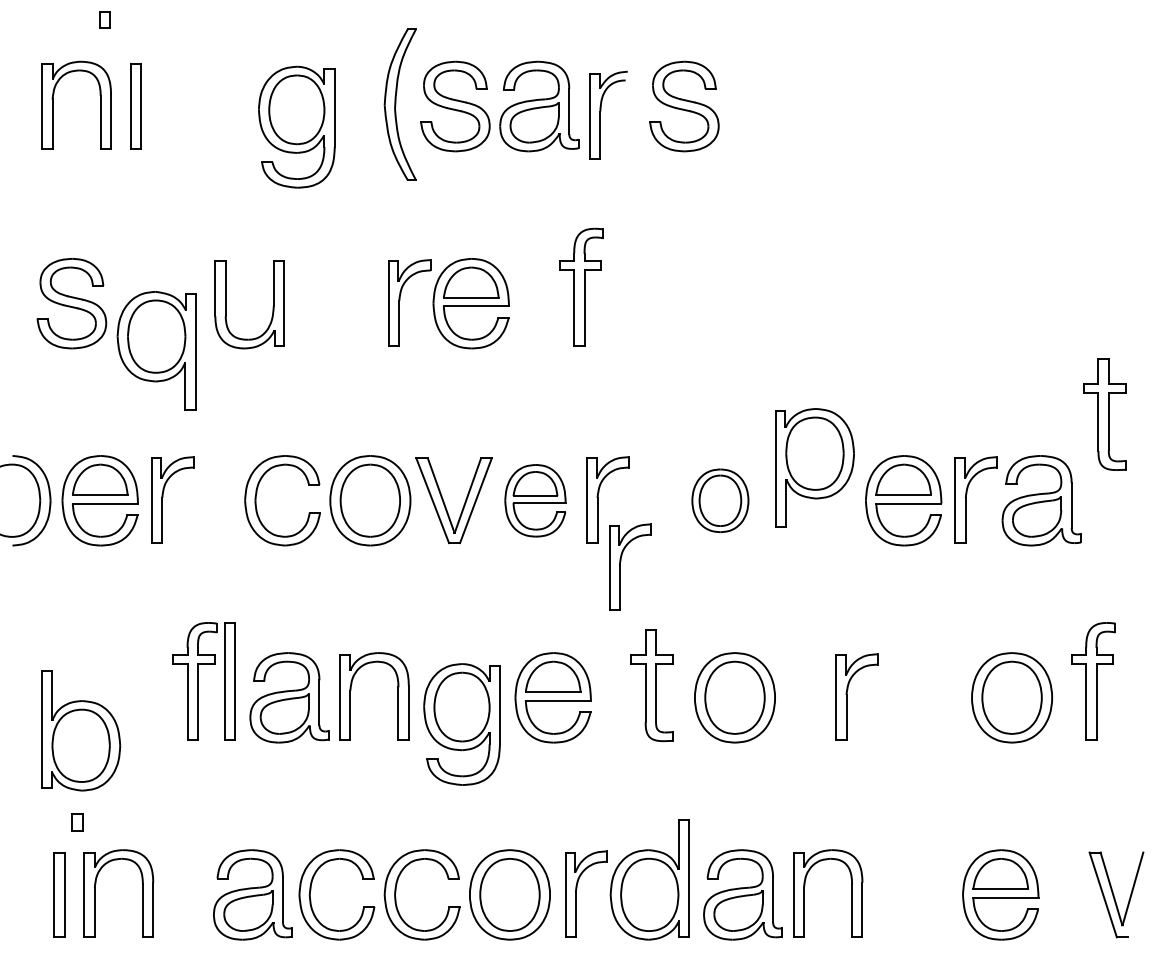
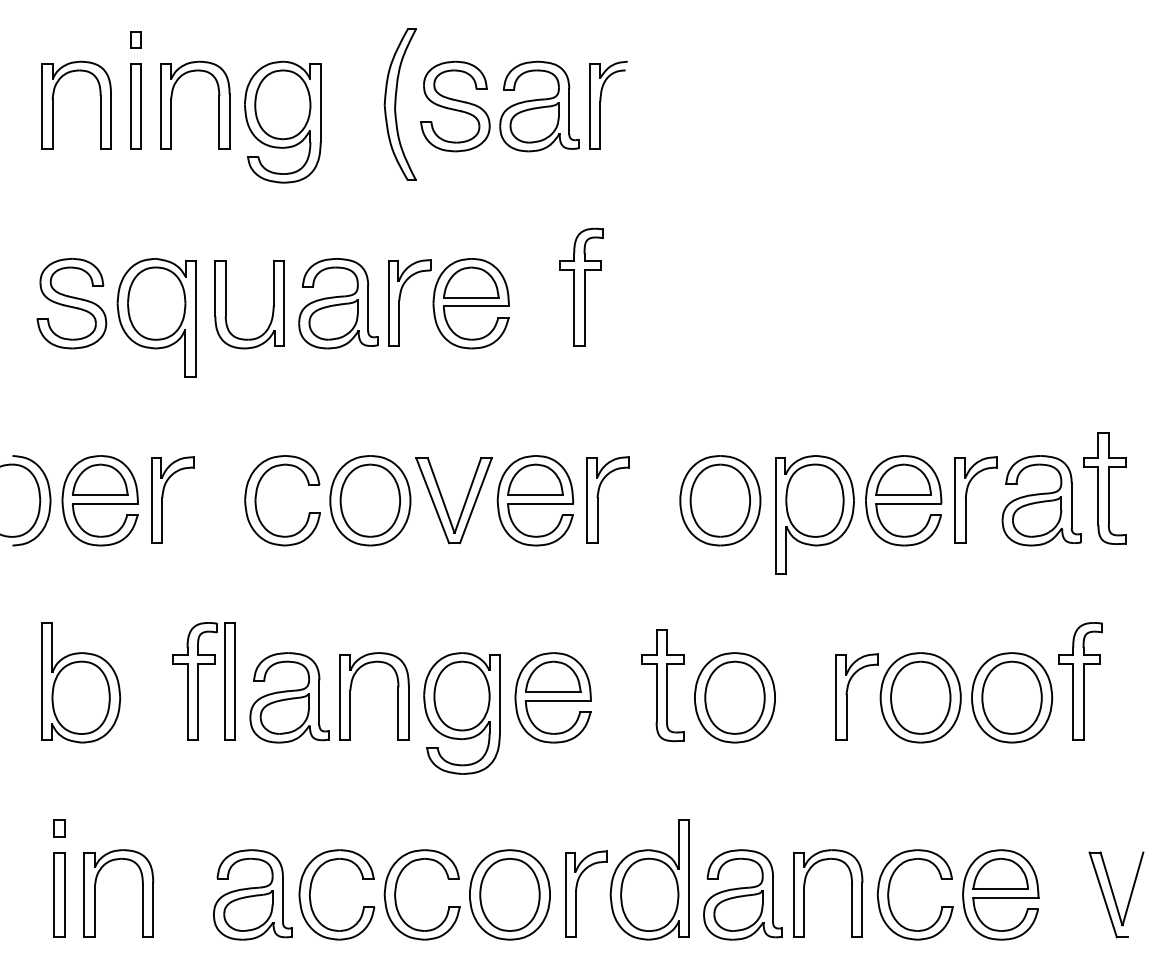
part at (104, 19) position: (104, 19) -> (135, 39)
part at (218, 104): none -> present
part at (684, 106): present -> none
part at (601, 111) position: (601, 111) -> (601, 101)
part at (296, 126) position: (296, 126) -> (282, 121)
part at (338, 303): none -> present
part at (156, 350) position: (156, 350) -> (156, 317)
part at (1104, 414) position: (1104, 414) -> (1104, 488)
part at (814, 467) position: (814, 467) -> (814, 514)
part at (535, 500) size: 63x74 px -> 79x92 px
part at (720, 500) size: 59x66 px -> 83x92 px
part at (620, 566): present -> none
part at (1093, 681) position: (1093, 681) -> (1080, 681)
part at (651, 685) position: (651, 685) -> (662, 685)
part at (920, 697): none -> present
part at (461, 724) position: (461, 724) -> (461, 713)
part at (81, 730) position: (81, 730) -> (81, 682)
part at (77, 822) position: (77, 822) -> (59, 828)
part at (889, 893): none -> present
